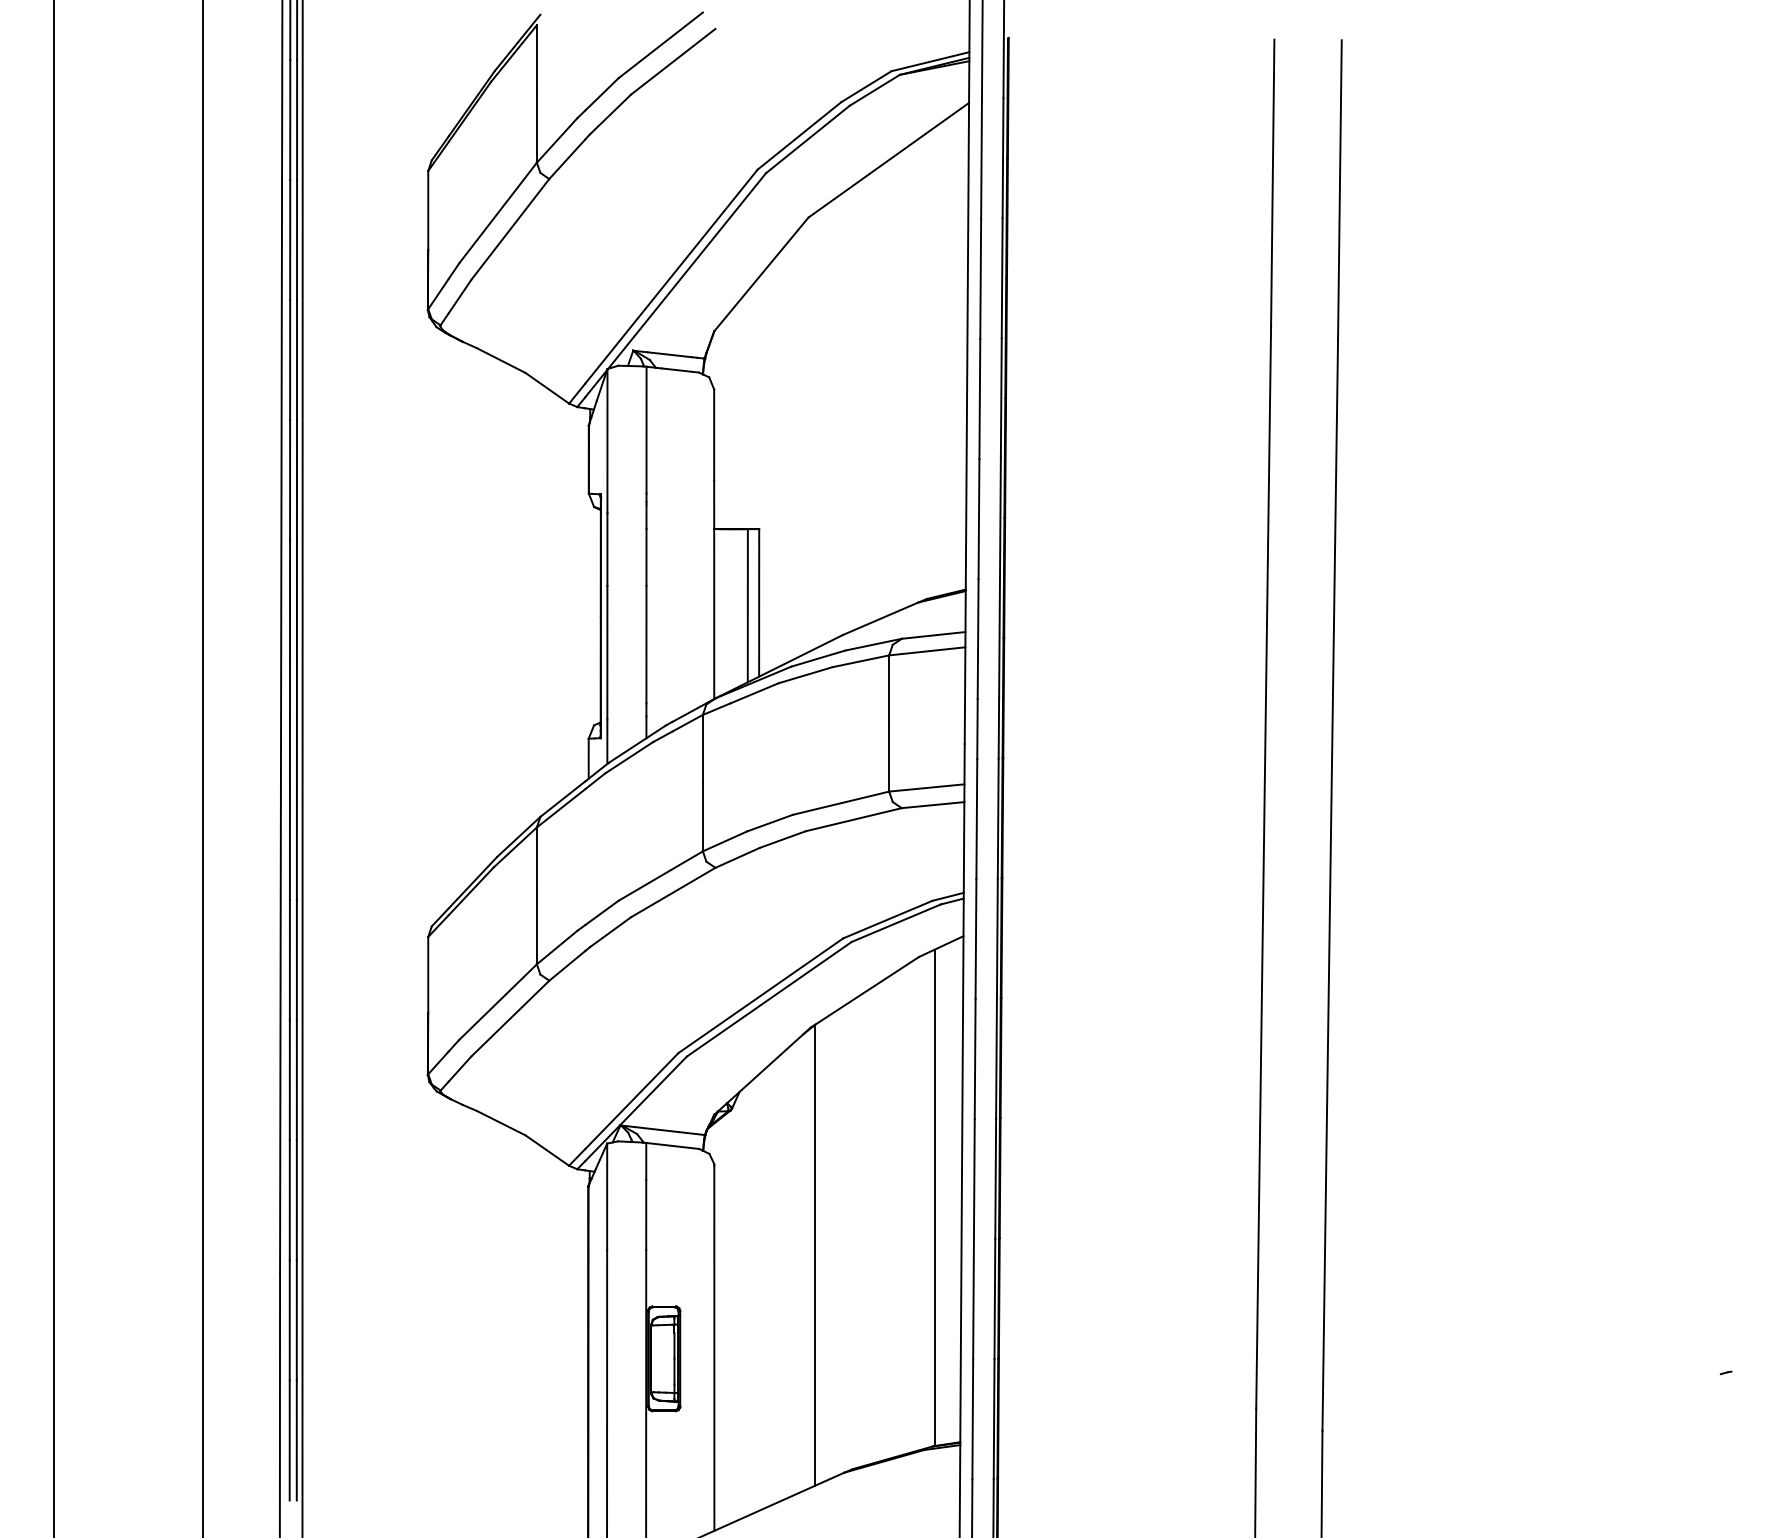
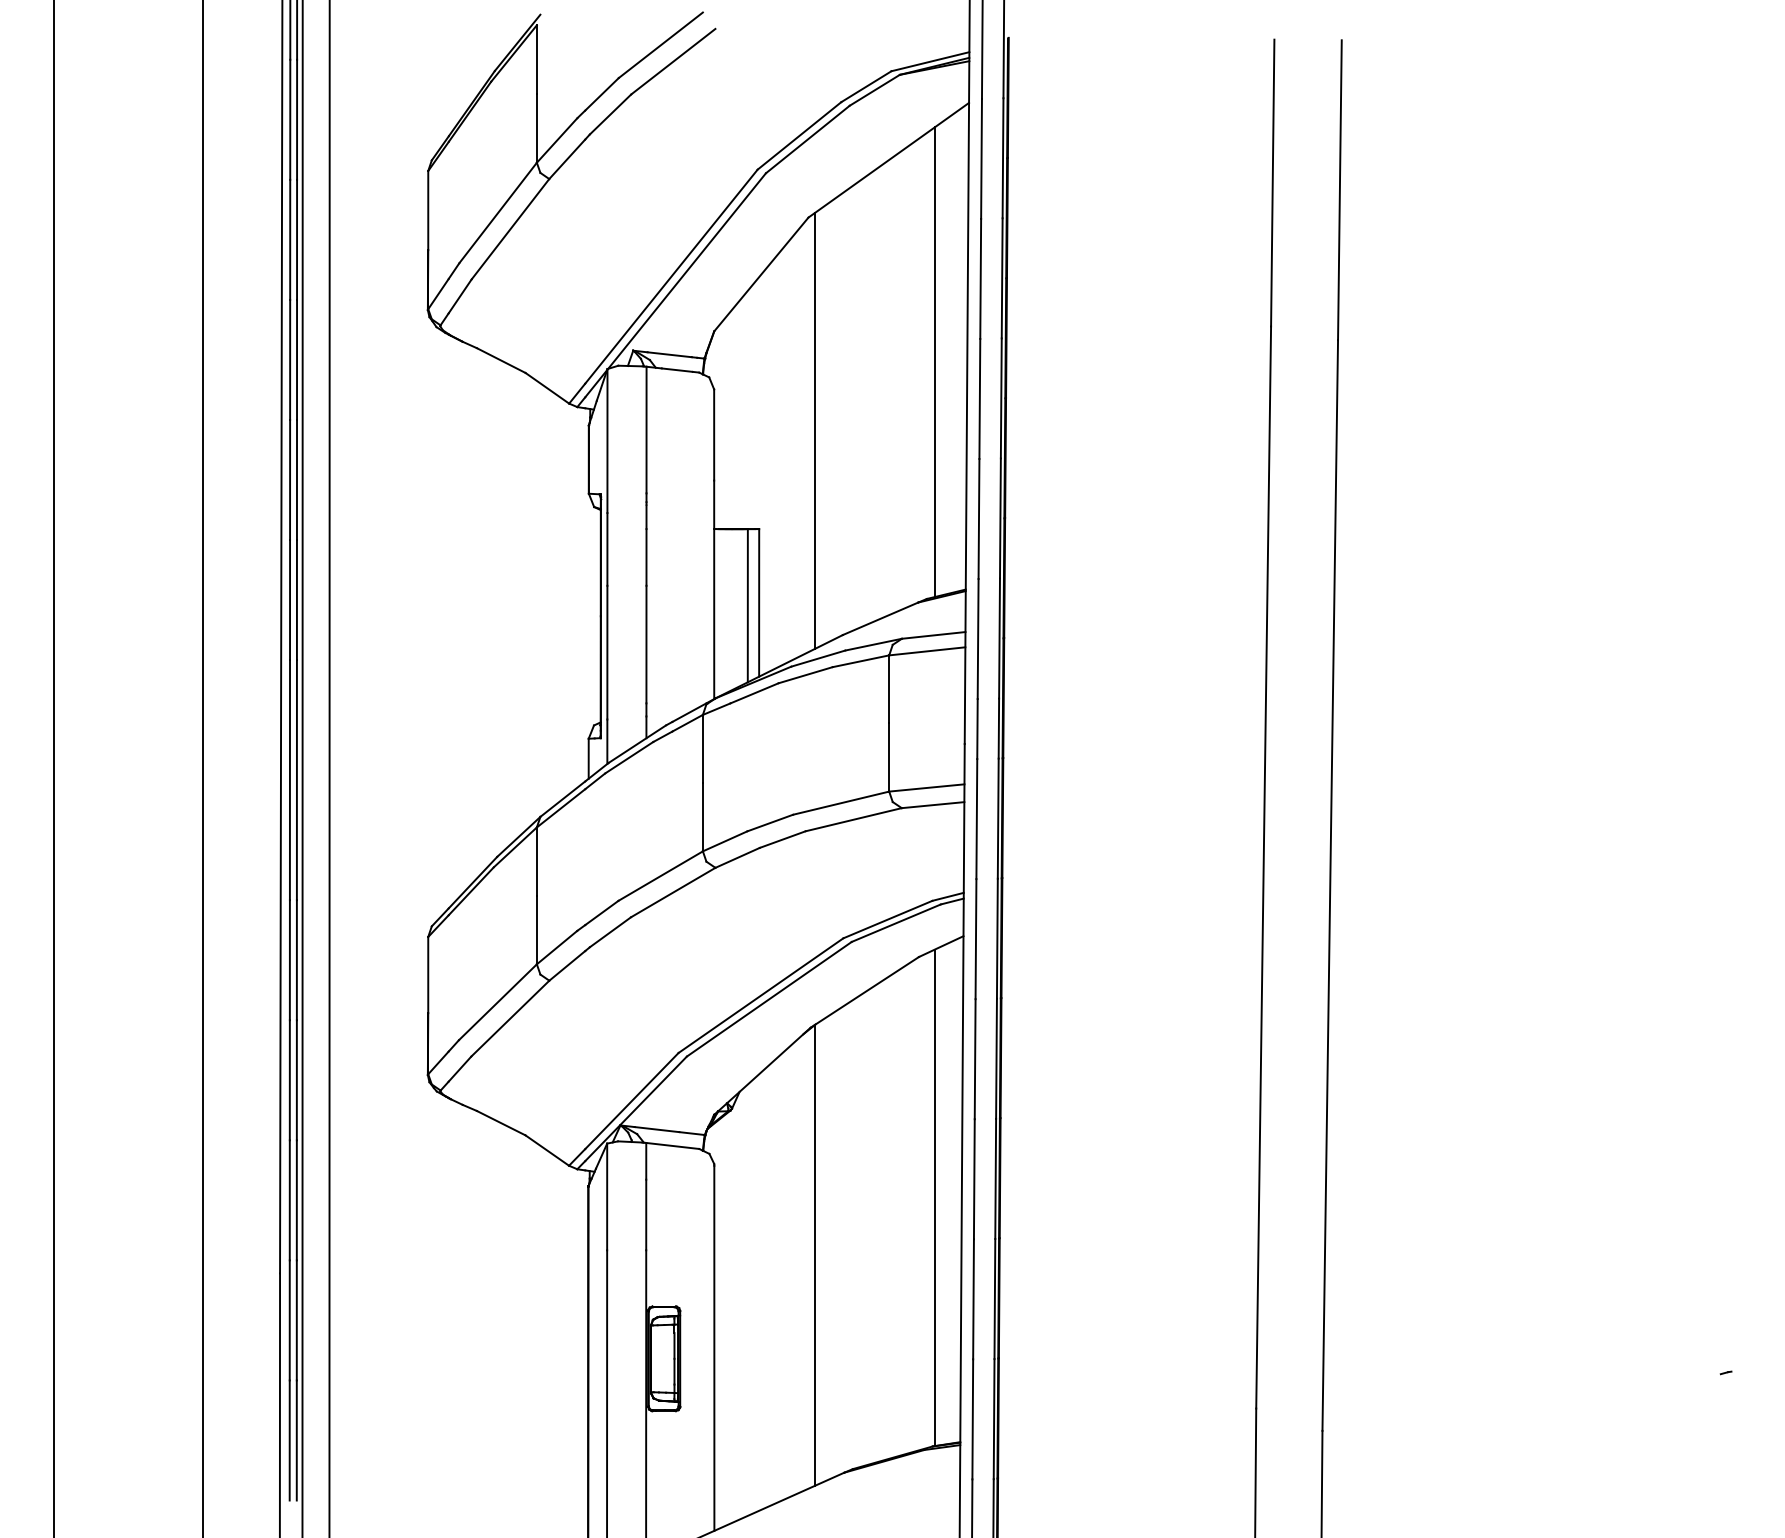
line at (934, 362): none -> present
line at (814, 431): none -> present
line at (329, 768): none -> present
